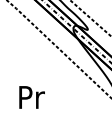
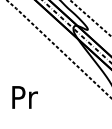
text at (31, 97) position: (31, 97) -> (24, 97)
